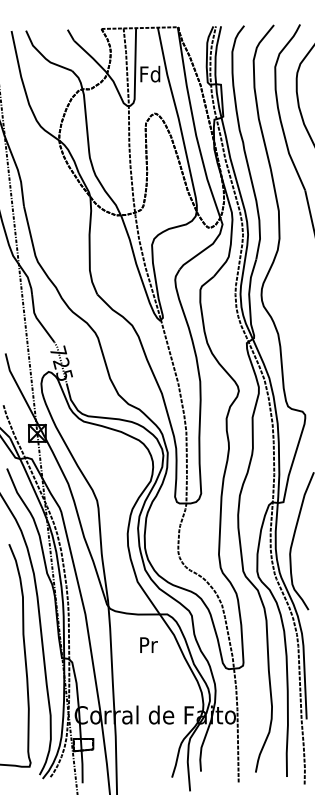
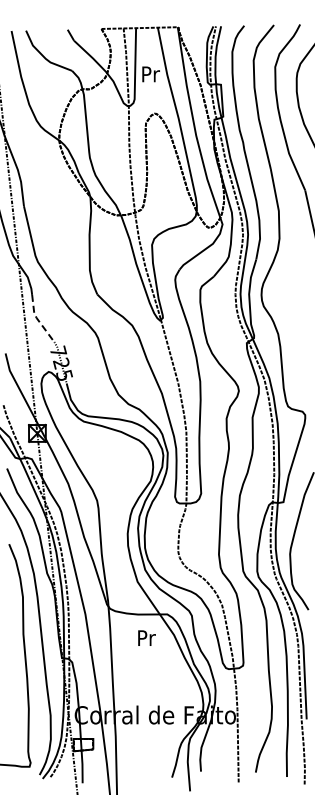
text at (150, 73): Fd -> Pr
line at (37, 319): solid -> dashed
text at (148, 644) position: (148, 644) -> (146, 637)
